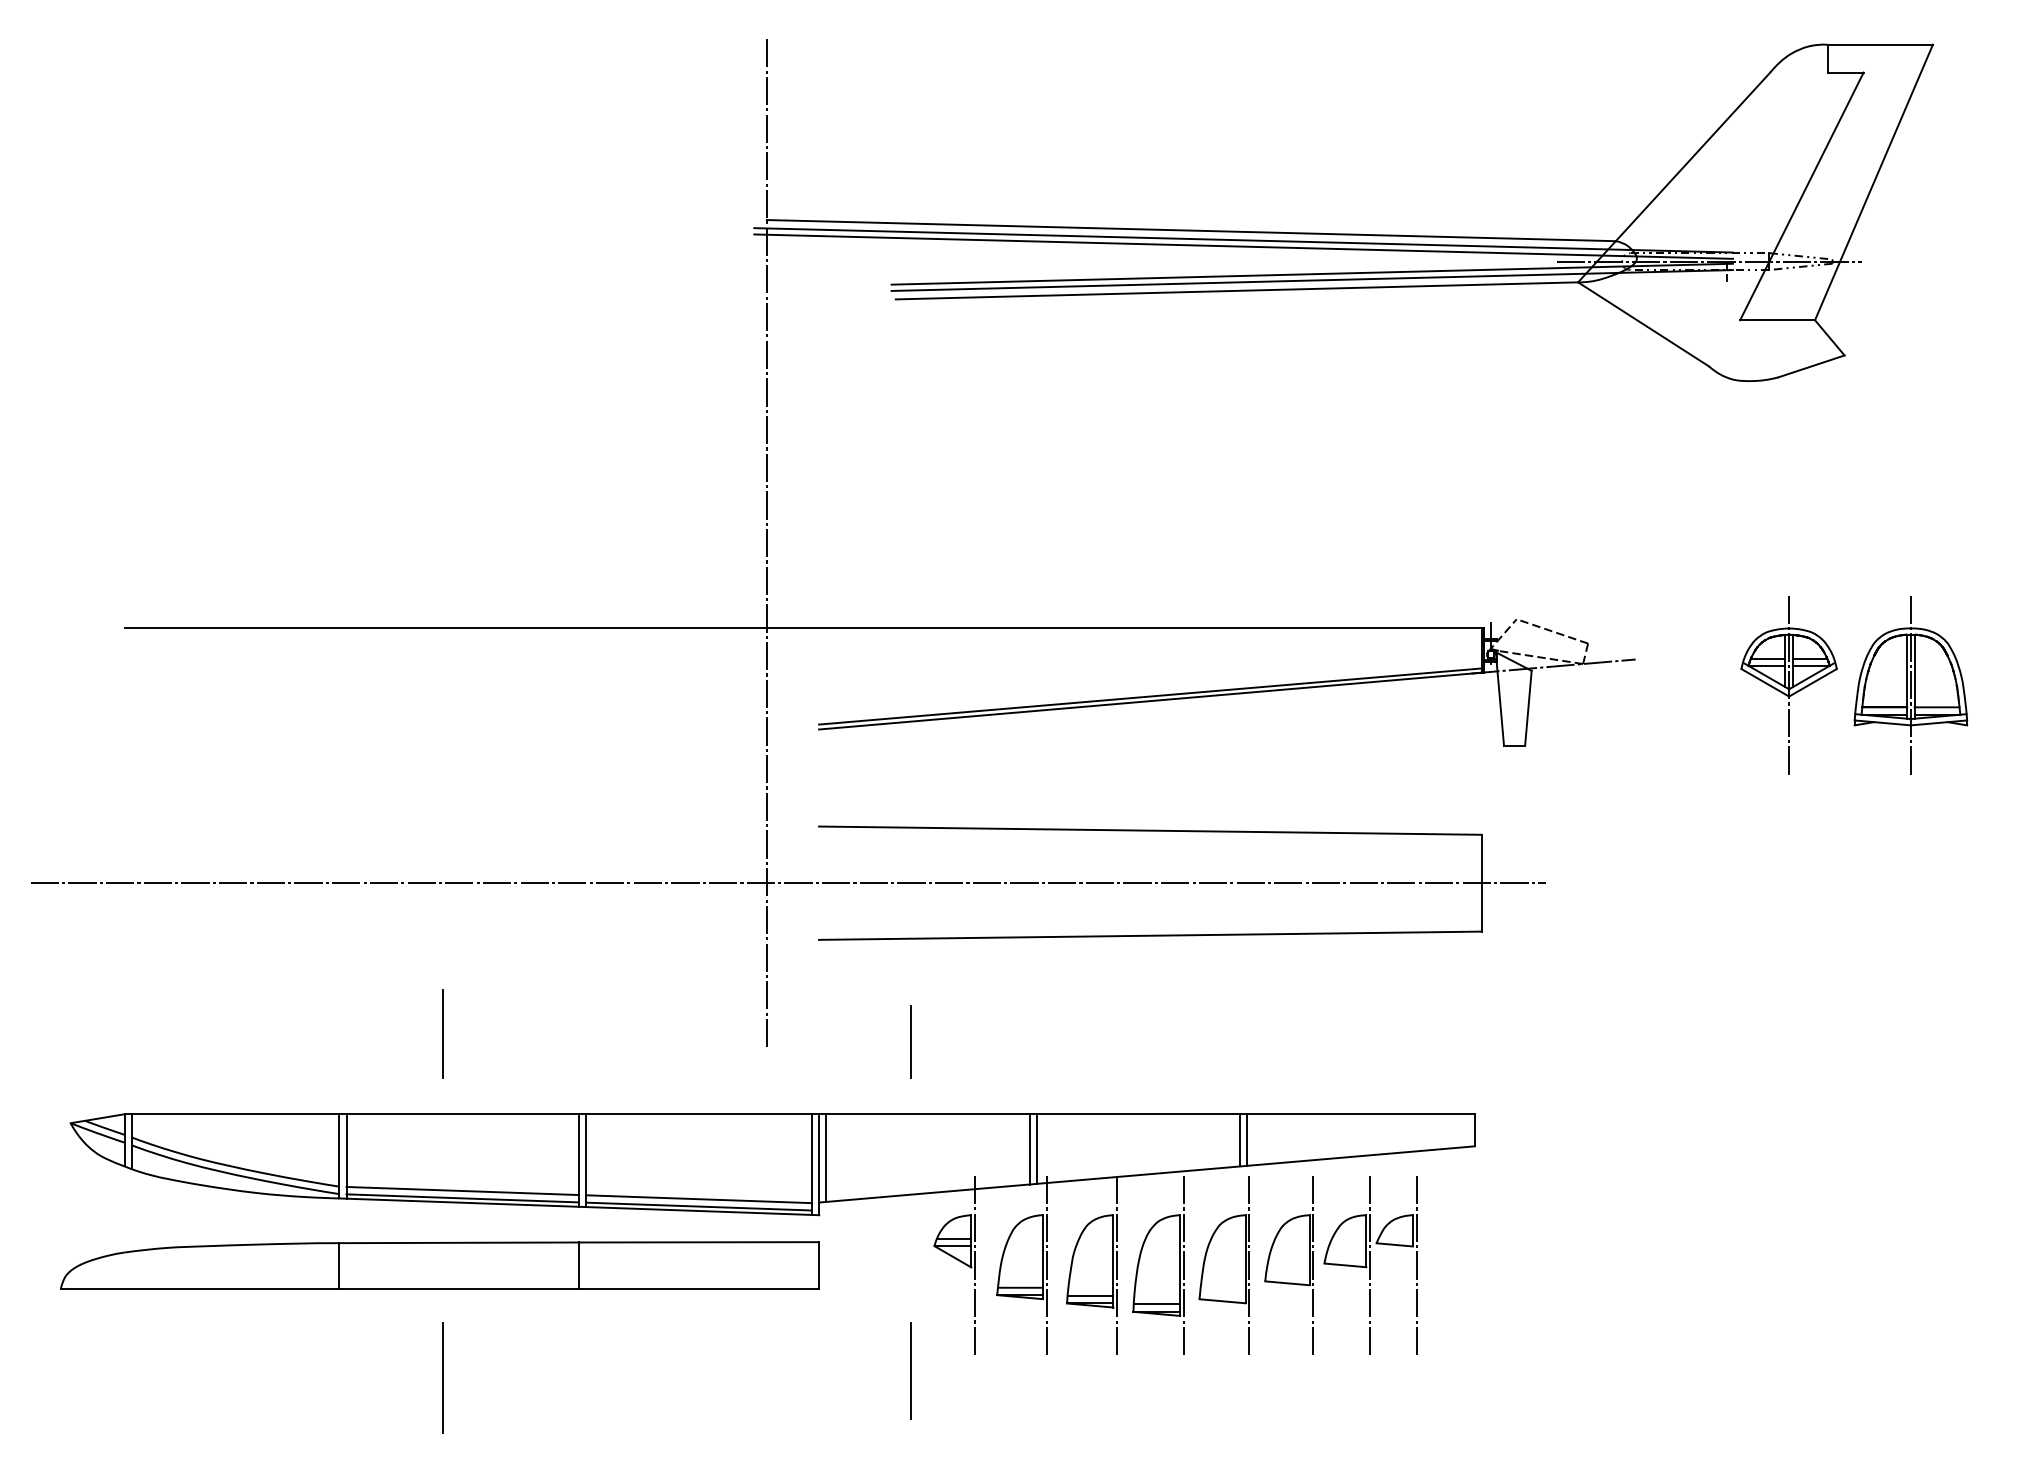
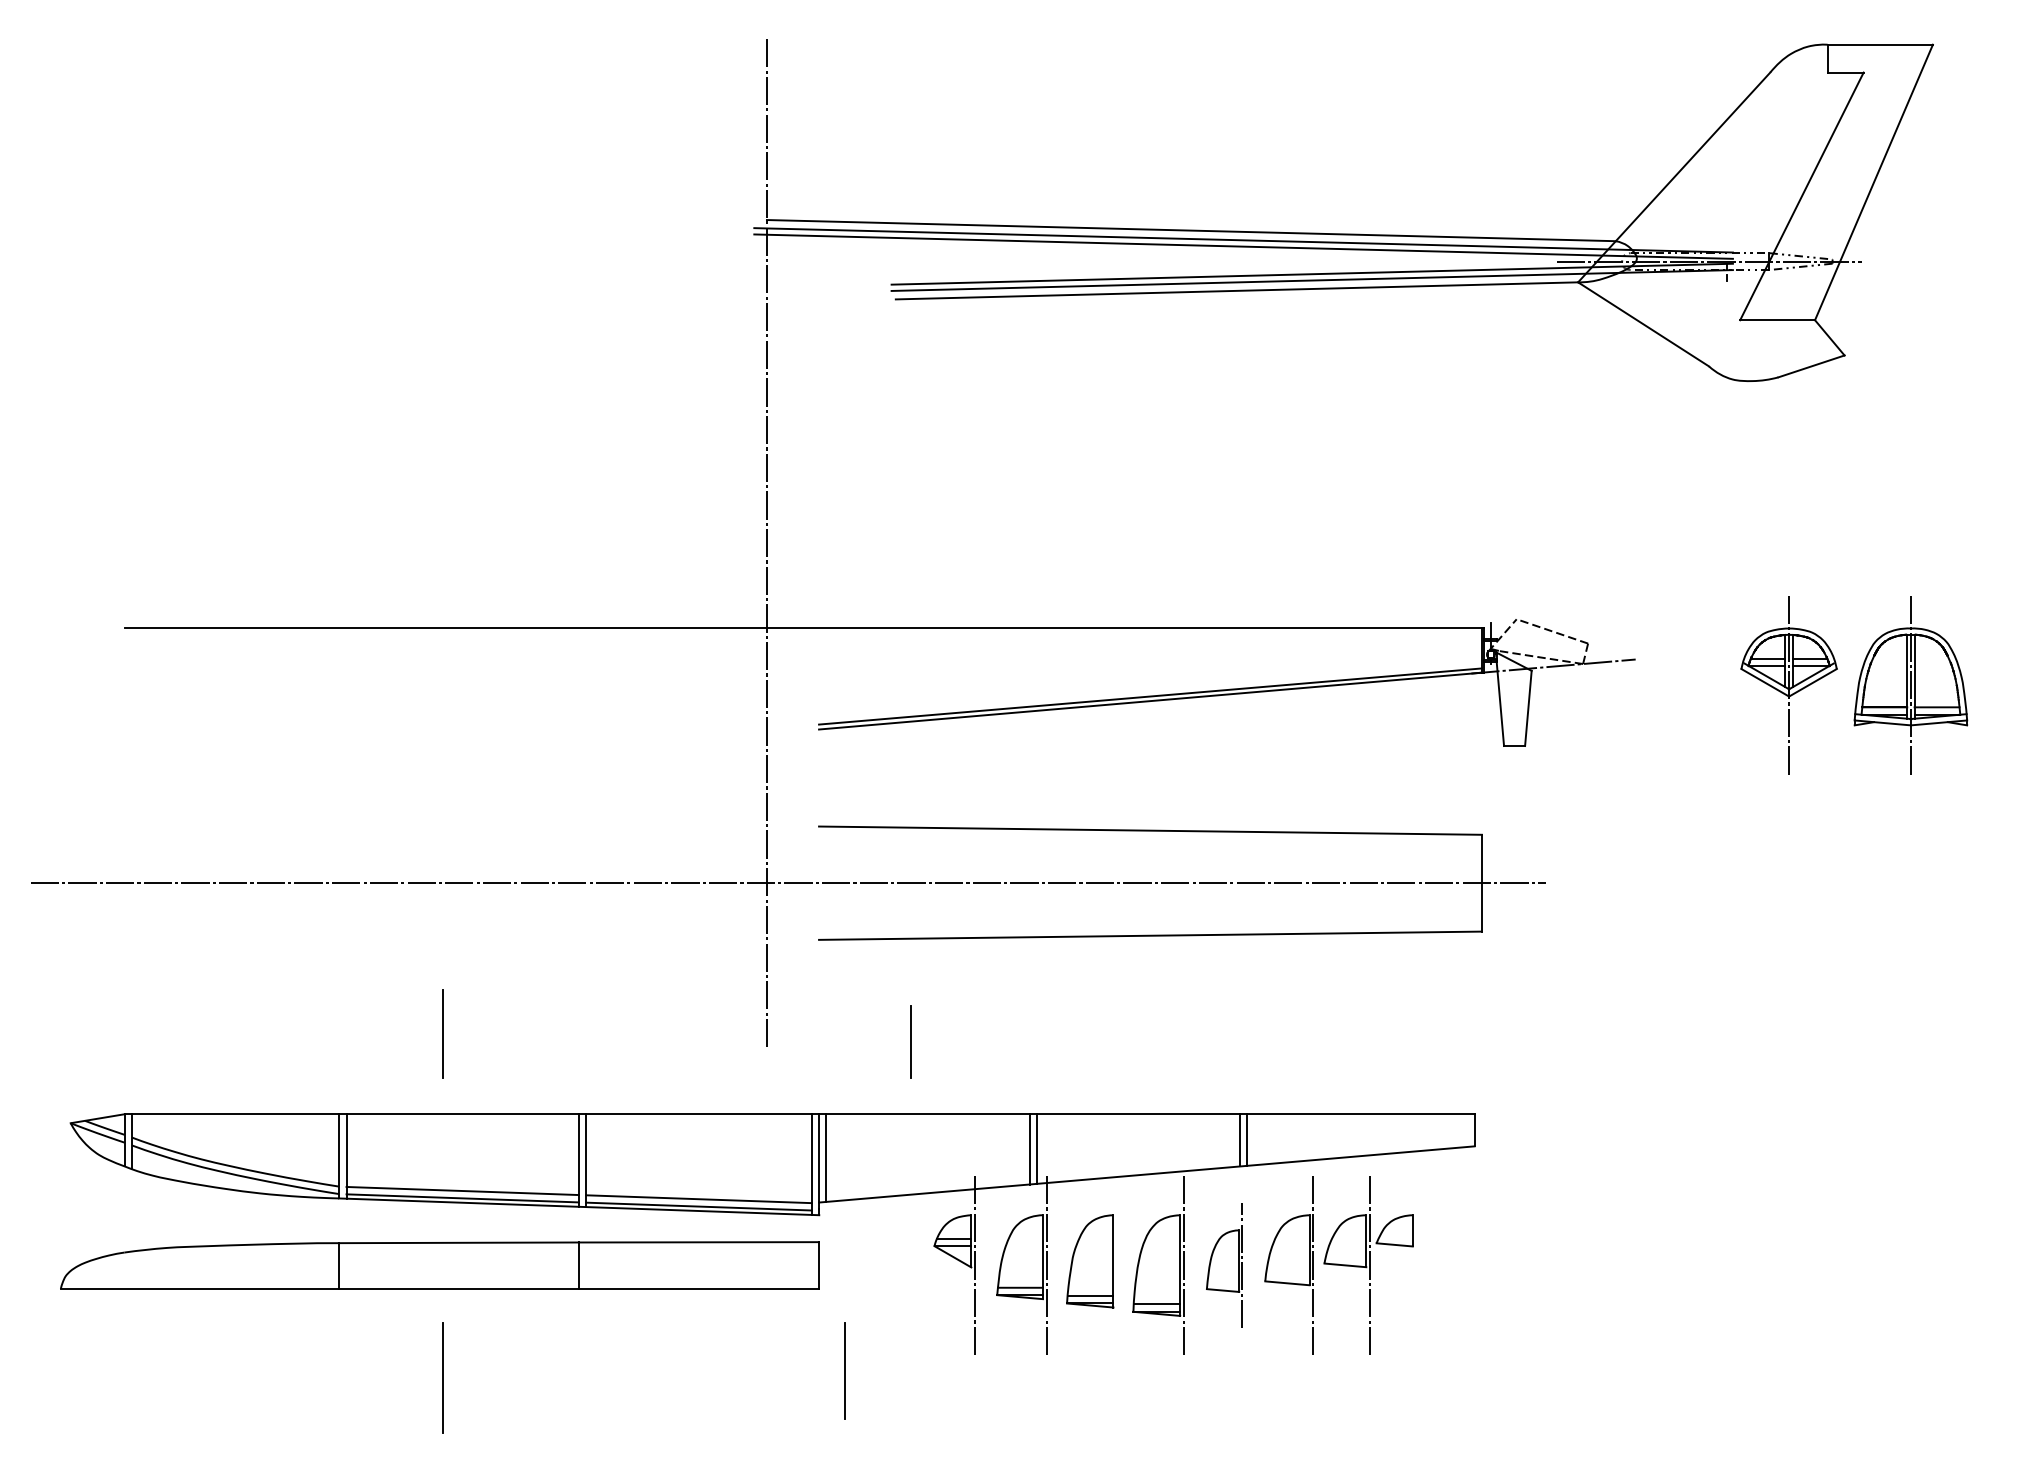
line at (1117, 1265): present -> none
part at (1223, 1265) size: 52x179 px -> 37x125 px
line at (1416, 1265): present -> none
line at (910, 1370) position: (910, 1370) -> (844, 1370)
